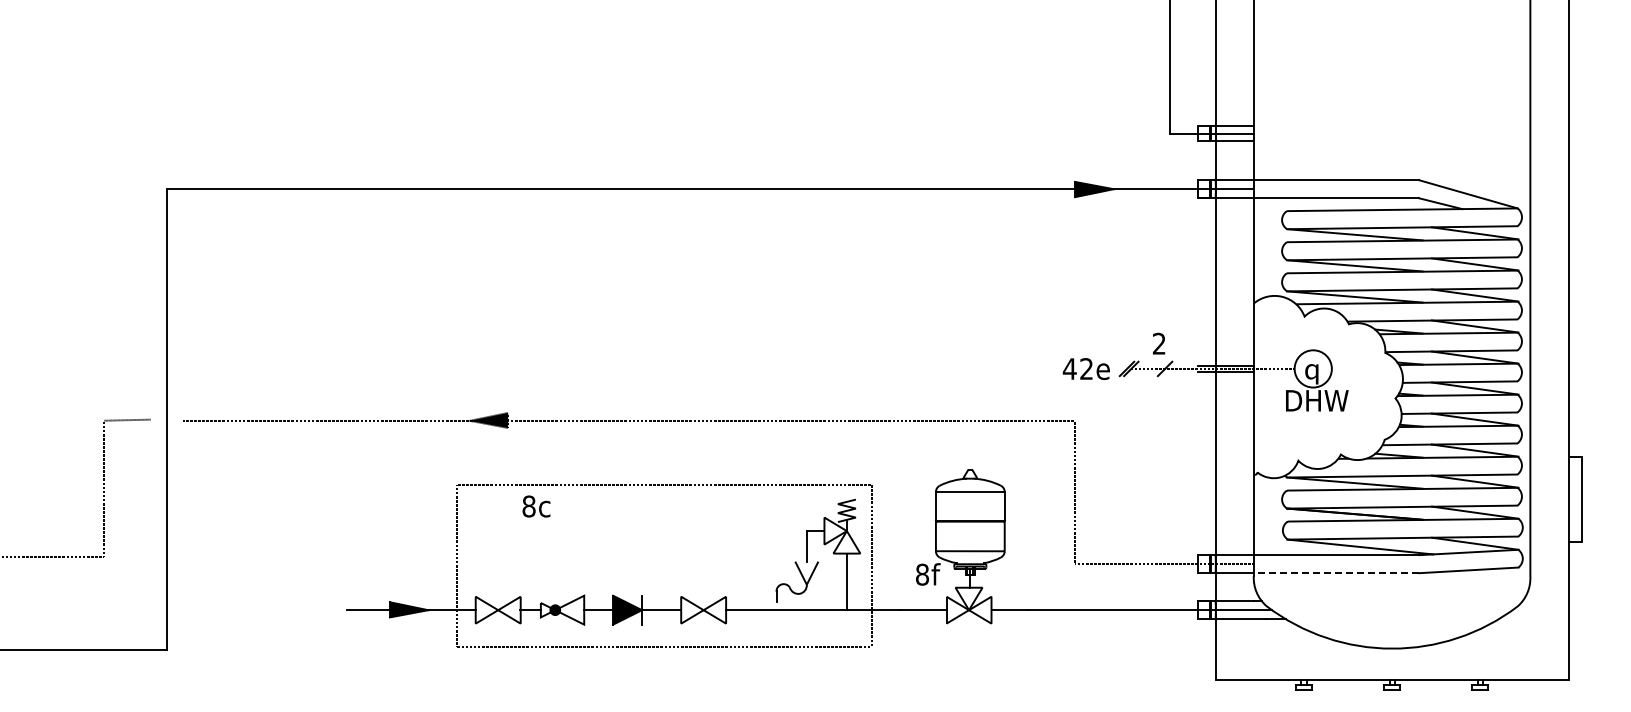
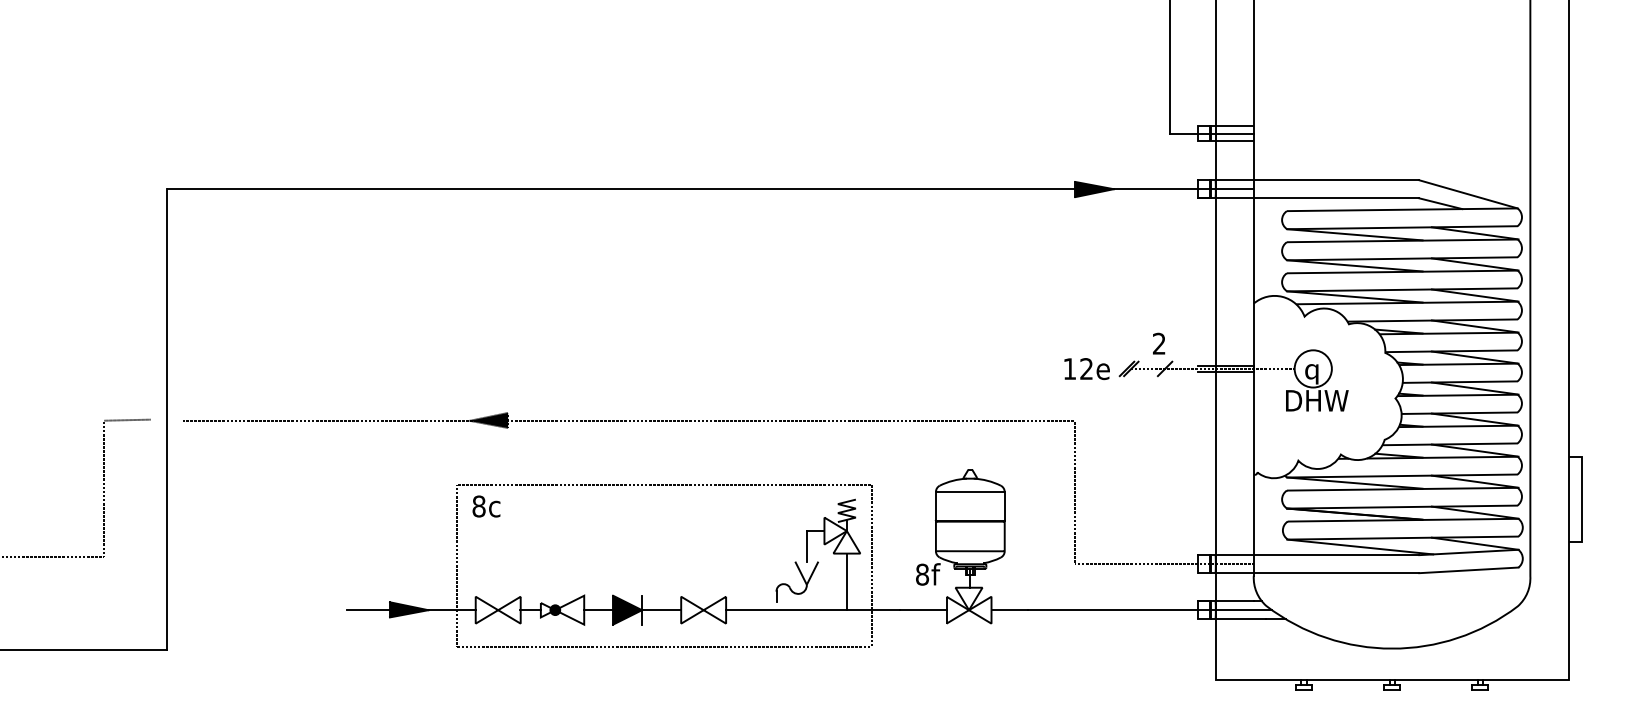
text at (1069, 368): 42e -> 12e
text at (536, 506) position: (536, 506) -> (486, 506)
line at (1336, 573): dashed -> solid
